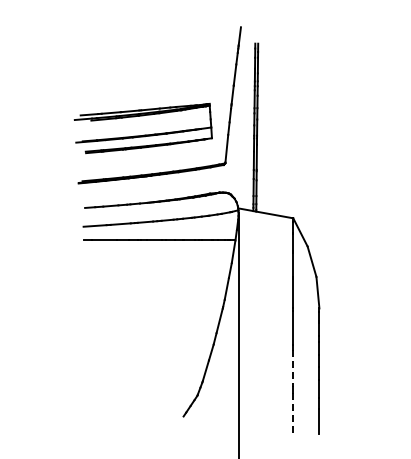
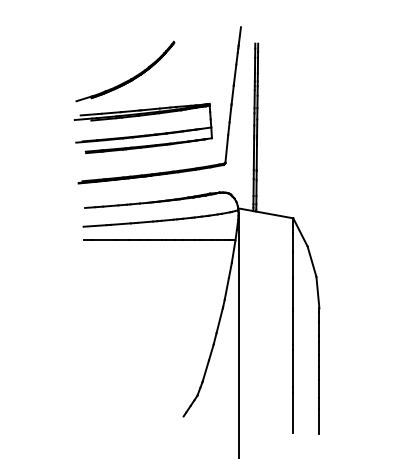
part at (128, 79): none -> present
line at (293, 368): dashed -> solid
line at (293, 413): dashed -> solid
